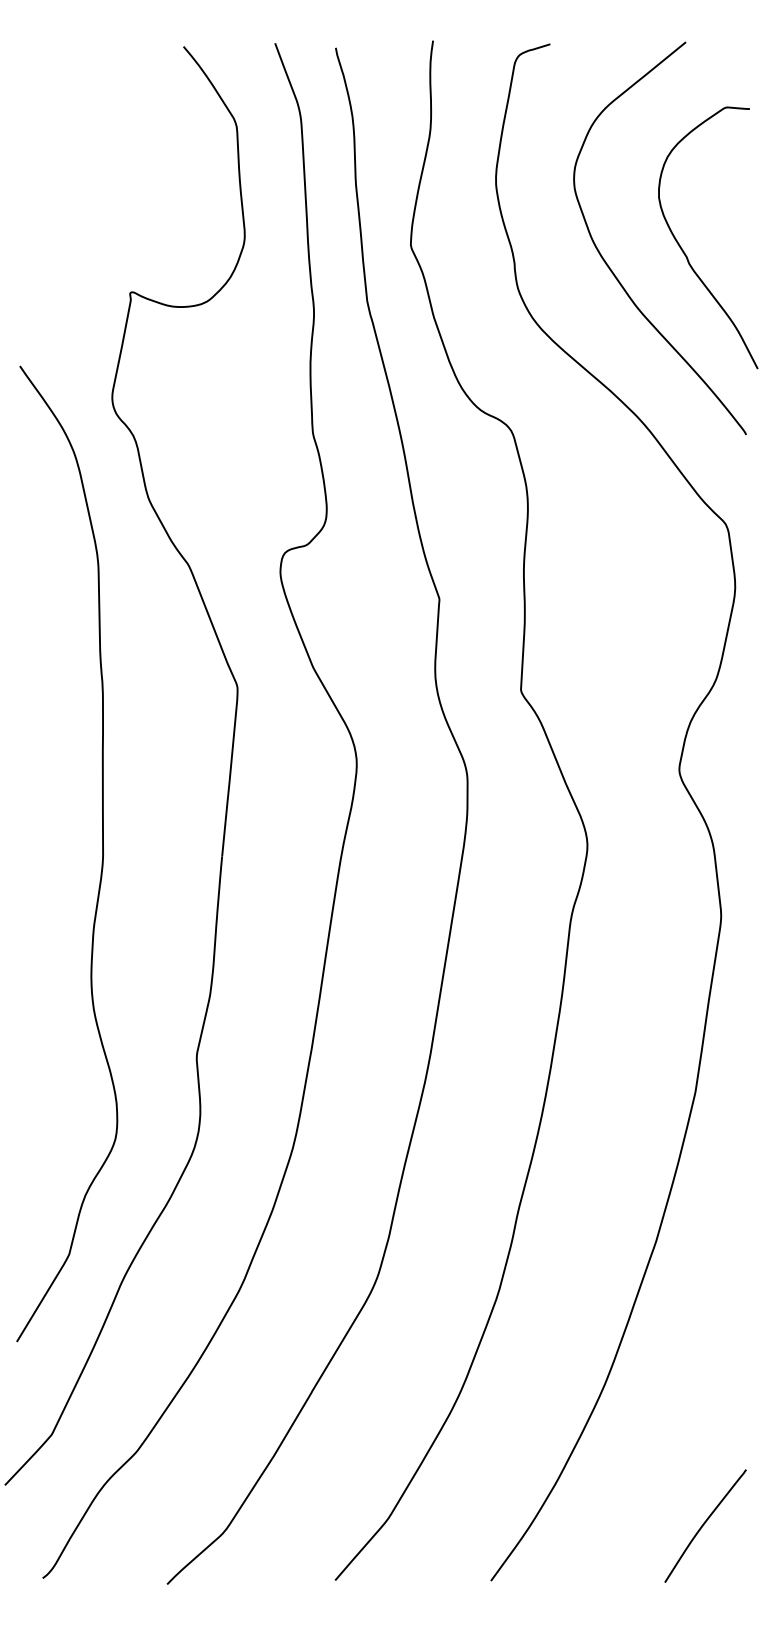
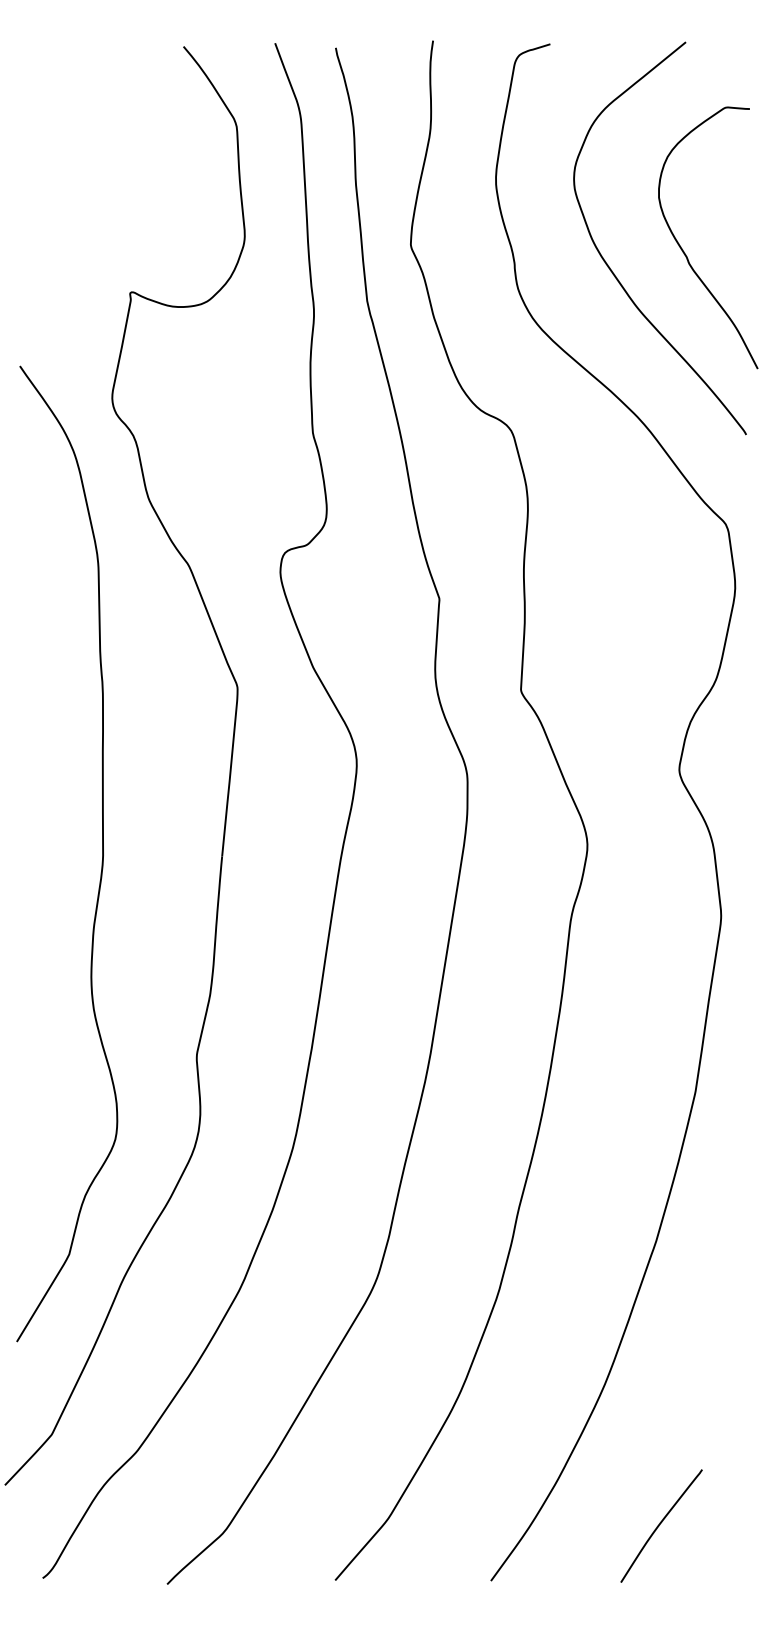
curve at (704, 1524) position: (704, 1524) -> (660, 1524)
